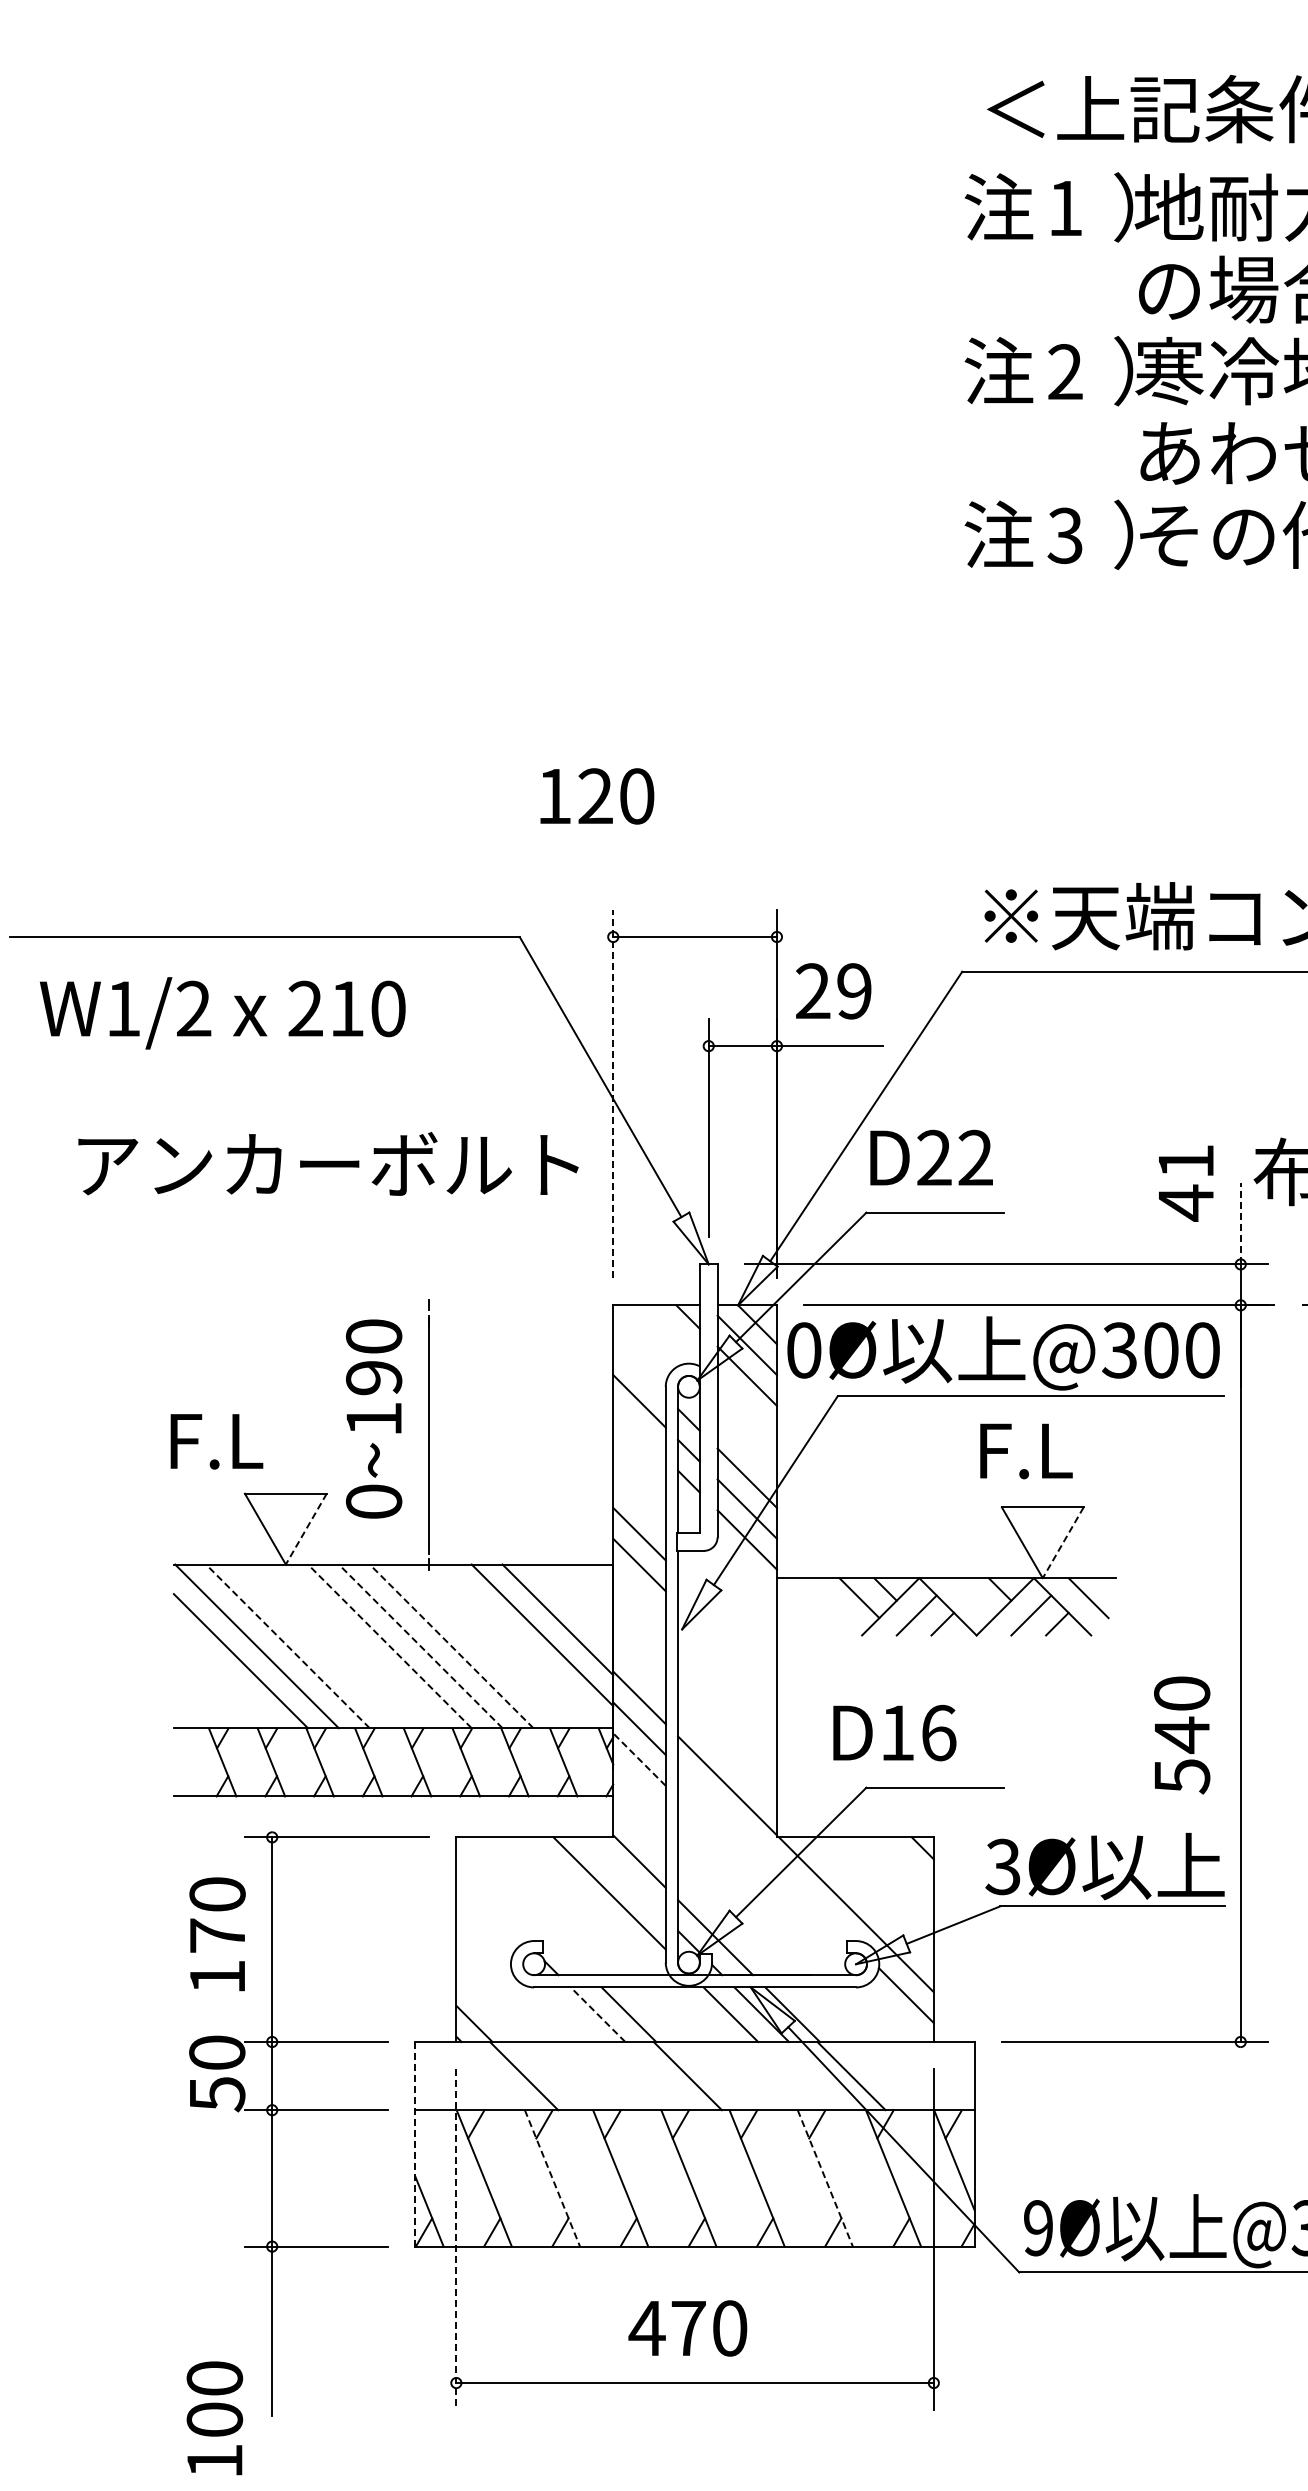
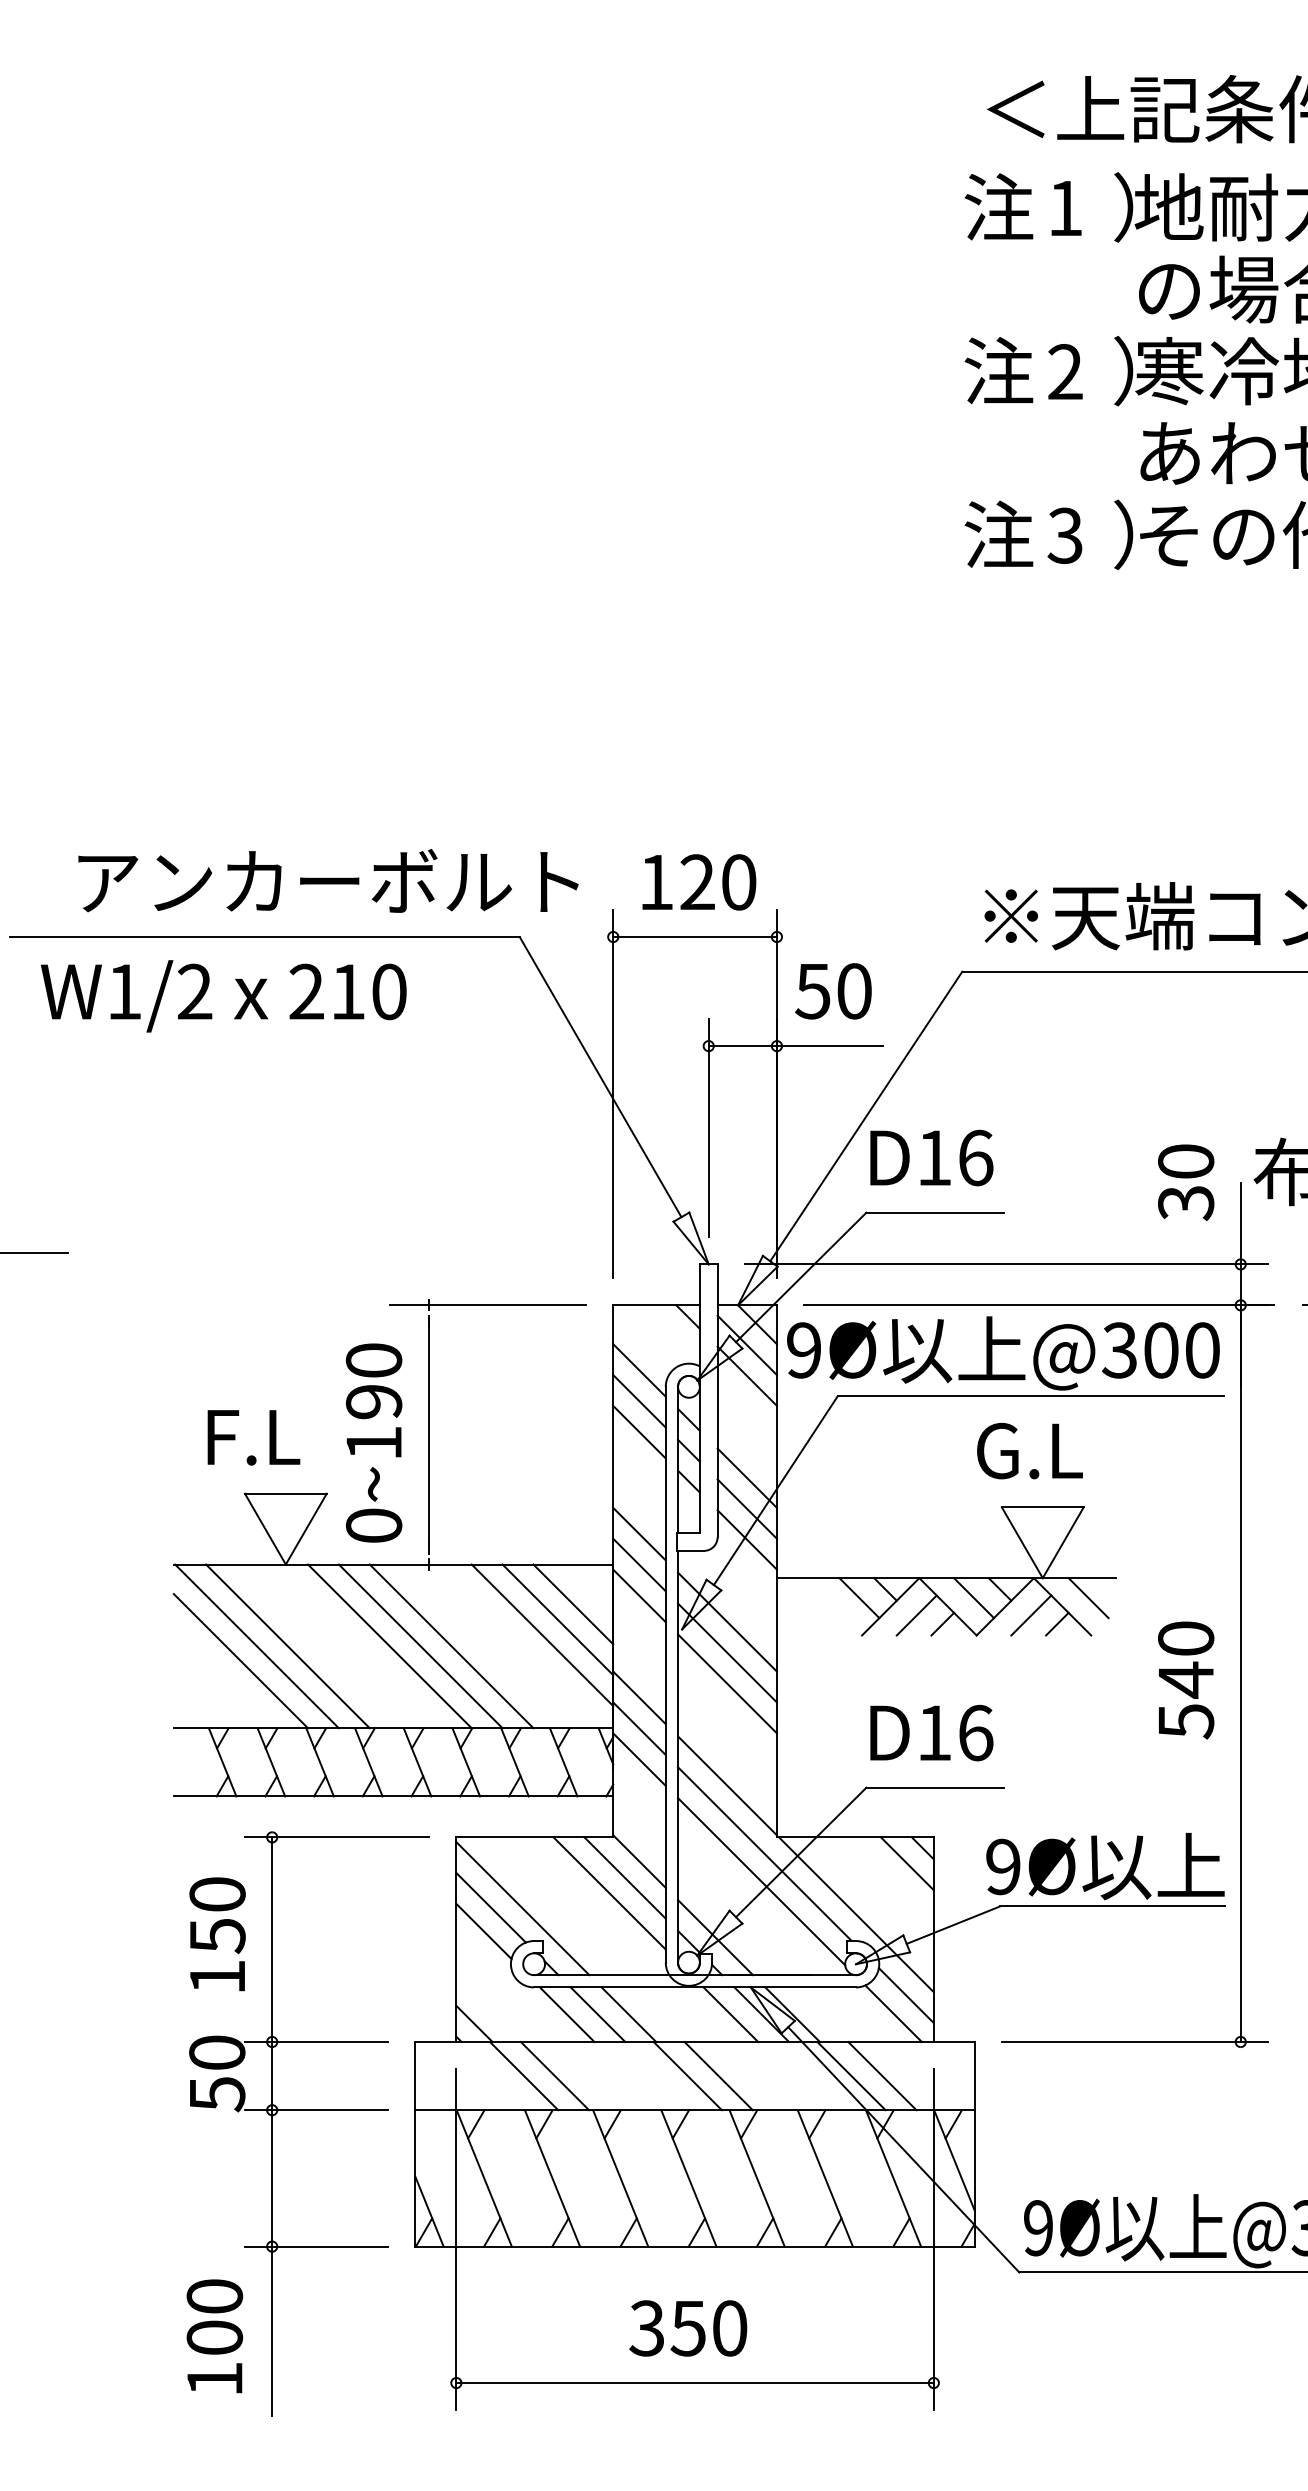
text at (597, 796) position: (597, 796) -> (699, 882)
text at (833, 991): 29 -> 50
text at (222, 1013) position: (222, 1013) -> (223, 996)
line at (613, 1093): dashed -> solid
text at (955, 1157): D22 -> D16
text at (328, 1163) position: (328, 1163) -> (328, 880)
text at (1186, 1182): 41 -> 30
line at (1240, 1223): dashed -> solid
line at (34, 1253): none -> present
line at (487, 1305): none -> present
text at (804, 1350): 0Ø -> 9Ø
line at (639, 1370): none -> present
text at (374, 1418) position: (374, 1418) -> (374, 1442)
line at (639, 1431): none -> present
text at (216, 1441) position: (216, 1441) -> (253, 1437)
text at (1029, 1450): F.L -> G.L
line at (306, 1529): dashed -> solid
line at (1063, 1542): dashed -> solid
line at (639, 1595): none -> present
line at (974, 1598): none -> present
line at (573, 1604): none -> present
line at (727, 1621): none -> present
line at (287, 1646): dashed -> solid
line at (389, 1646): dashed -> solid
line at (420, 1646): dashed -> solid
line at (451, 1646): dashed -> solid
line at (727, 1652): none -> present
line at (727, 1683): none -> present
text at (894, 1732) position: (894, 1732) -> (931, 1732)
text at (1182, 1735) position: (1182, 1735) -> (1186, 1680)
line at (639, 1759): dashed -> solid
line at (764, 1854): none -> present
line at (906, 1863): none -> present
text at (1002, 1867): 3Ø -> 9Ø
line at (624, 1877): none -> present
line at (761, 1881): none -> present
line at (490, 1907): none -> present
line at (522, 1908): none -> present
line at (483, 1931): none -> present
text at (217, 1936): 170 -> 150
line at (893, 2013): none -> present
line at (566, 2014): none -> present
line at (598, 2014): dashed -> solid
line at (554, 2076): none -> present
line at (718, 2076): none -> present
line at (882, 2076): none -> present
line at (415, 2144): dashed -> solid
line at (552, 2178): dashed -> solid
line at (825, 2178): dashed -> solid
line at (456, 2239): dashed -> solid
text at (666, 2328): 470 -> 350
text at (214, 2418) position: (214, 2418) -> (214, 2336)
